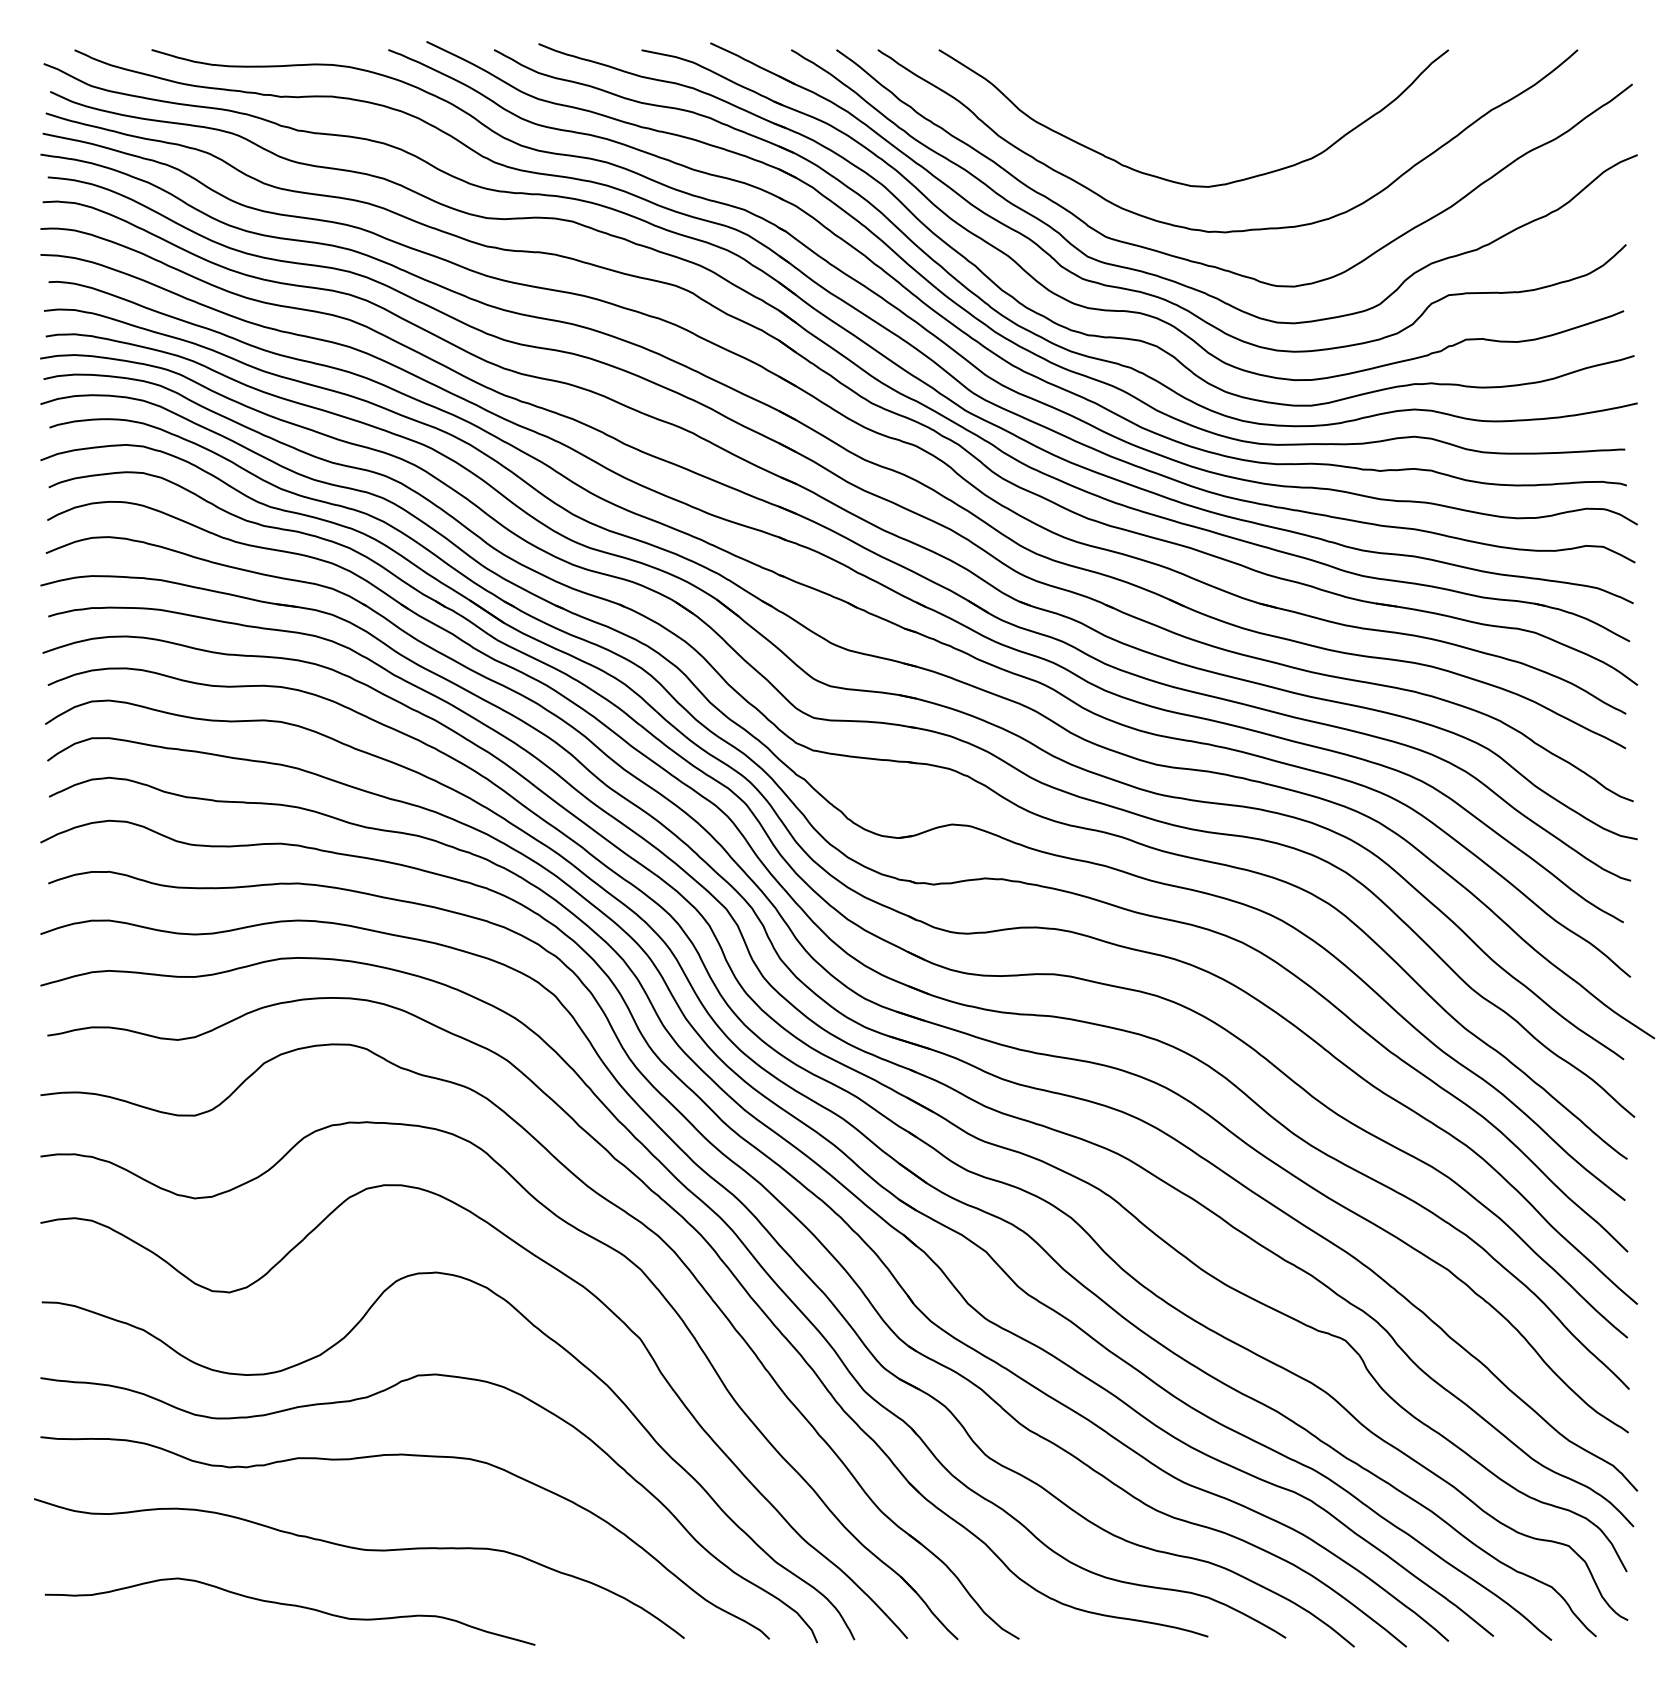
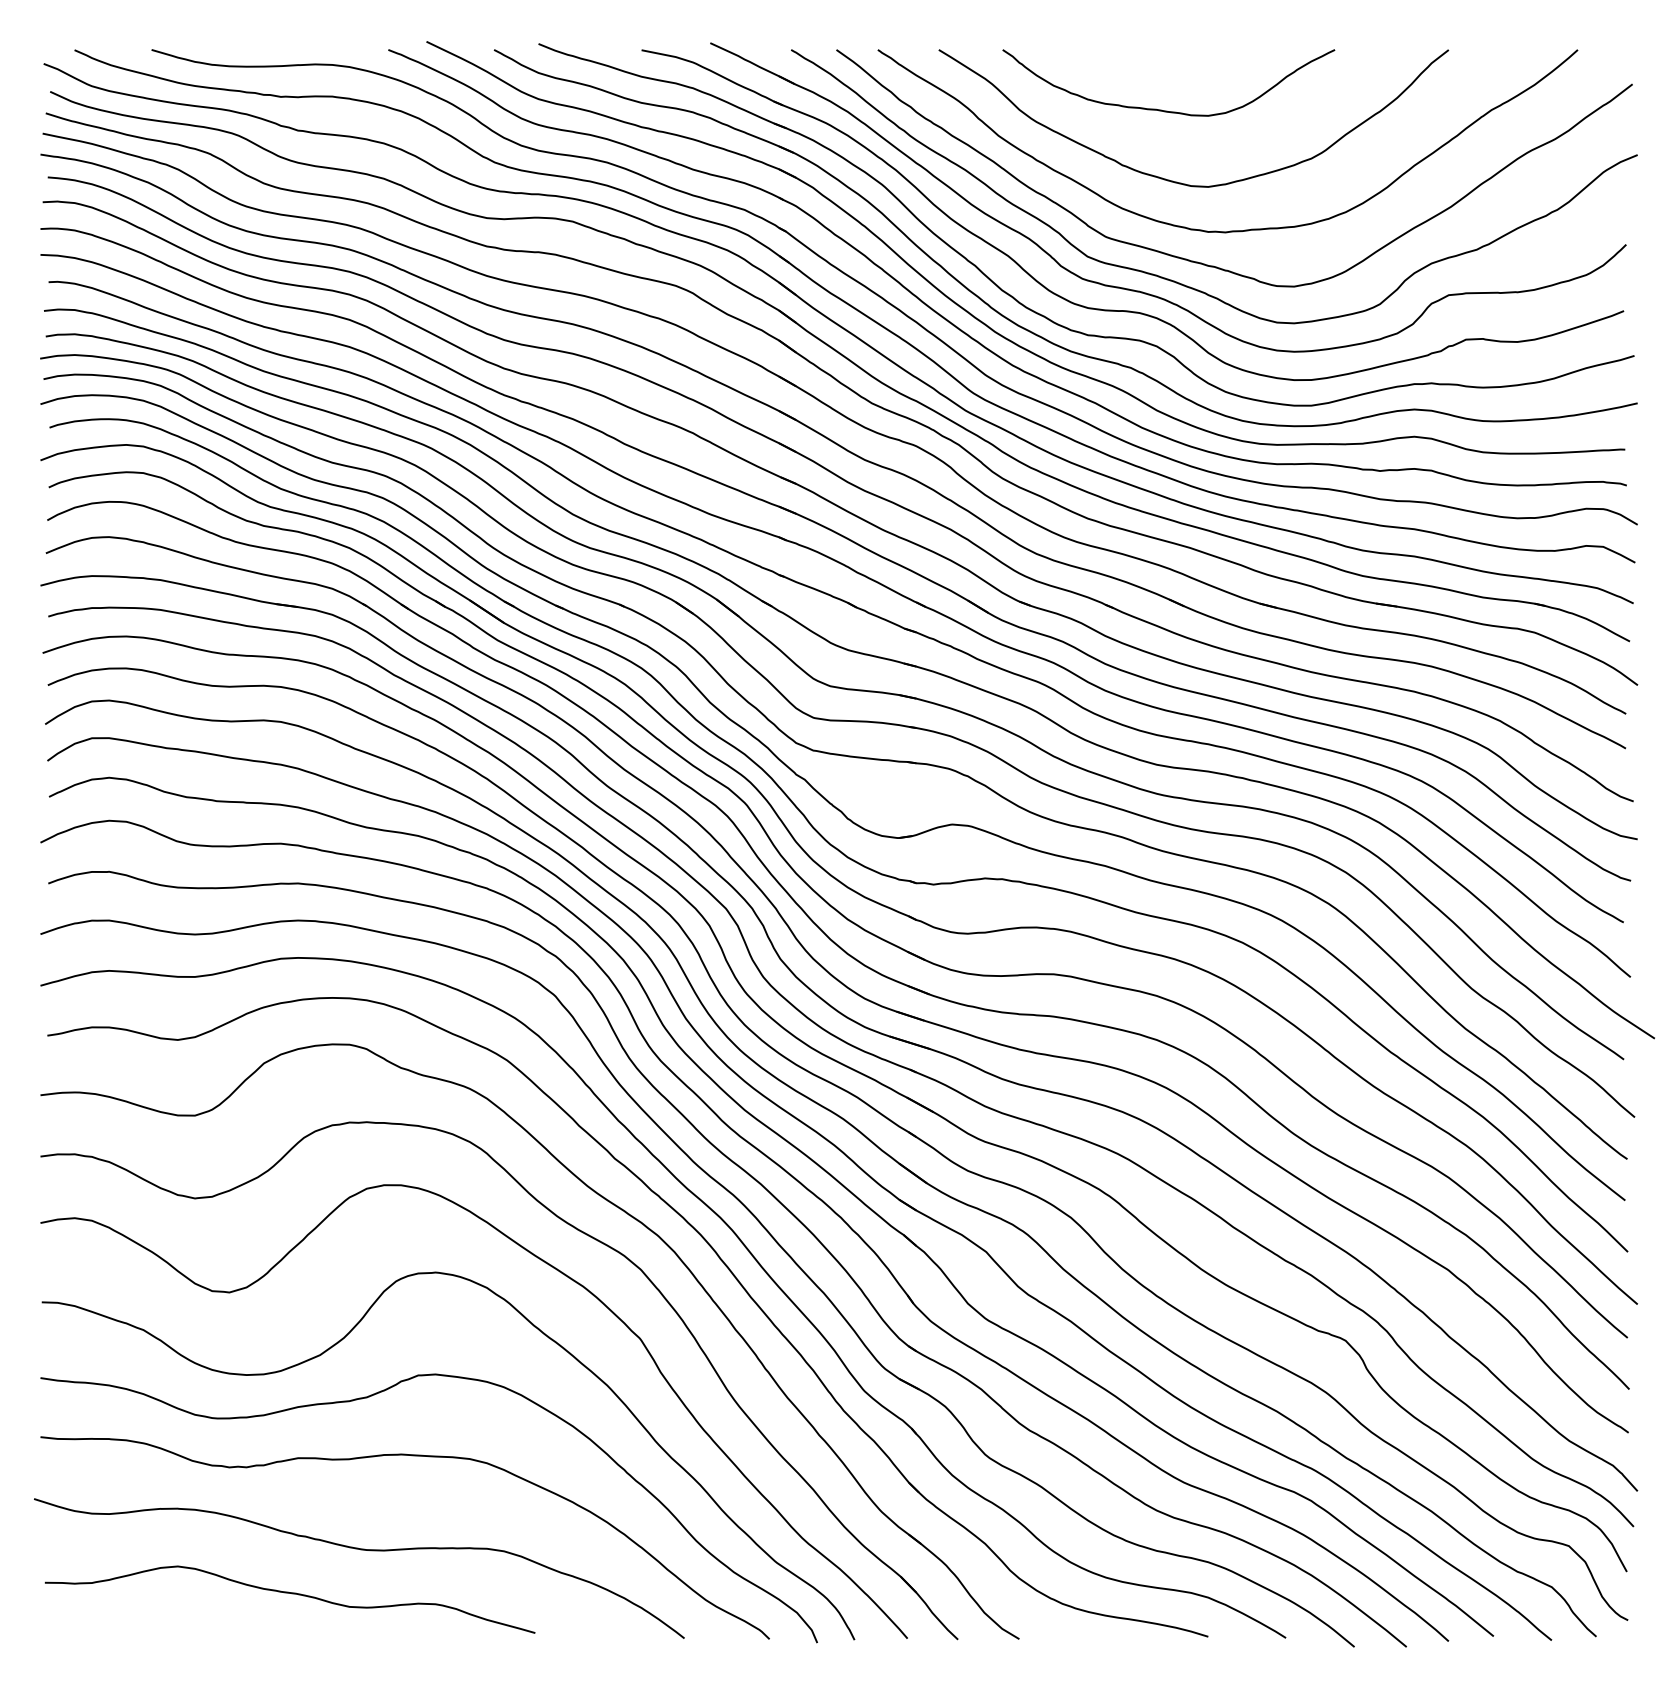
curve at (1161, 109): none -> present
curve at (291, 1606) position: (291, 1606) -> (291, 1594)
